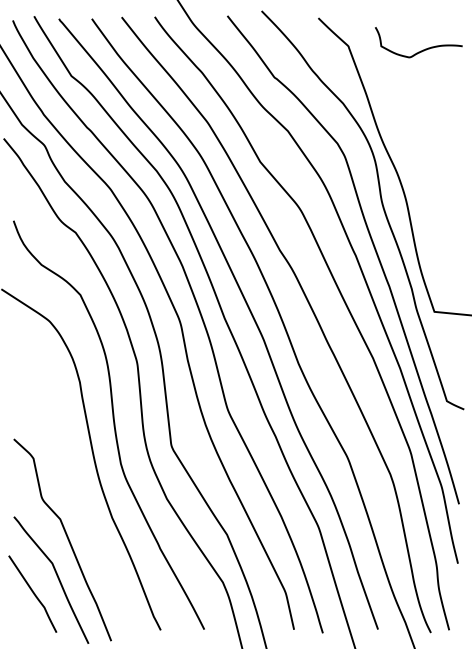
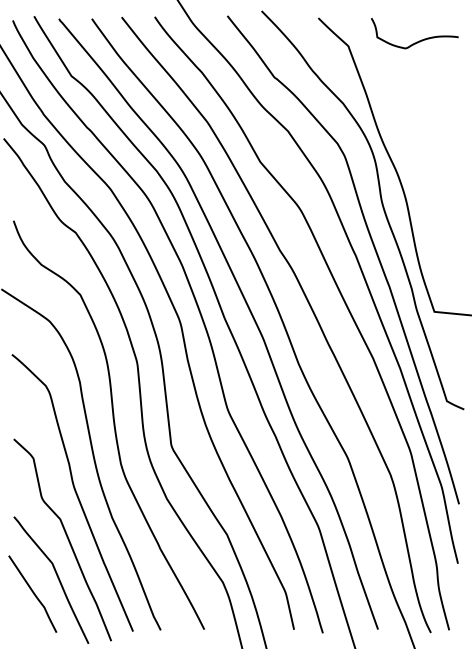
curve at (420, 50) position: (420, 50) -> (416, 41)
curve at (74, 491): none -> present
